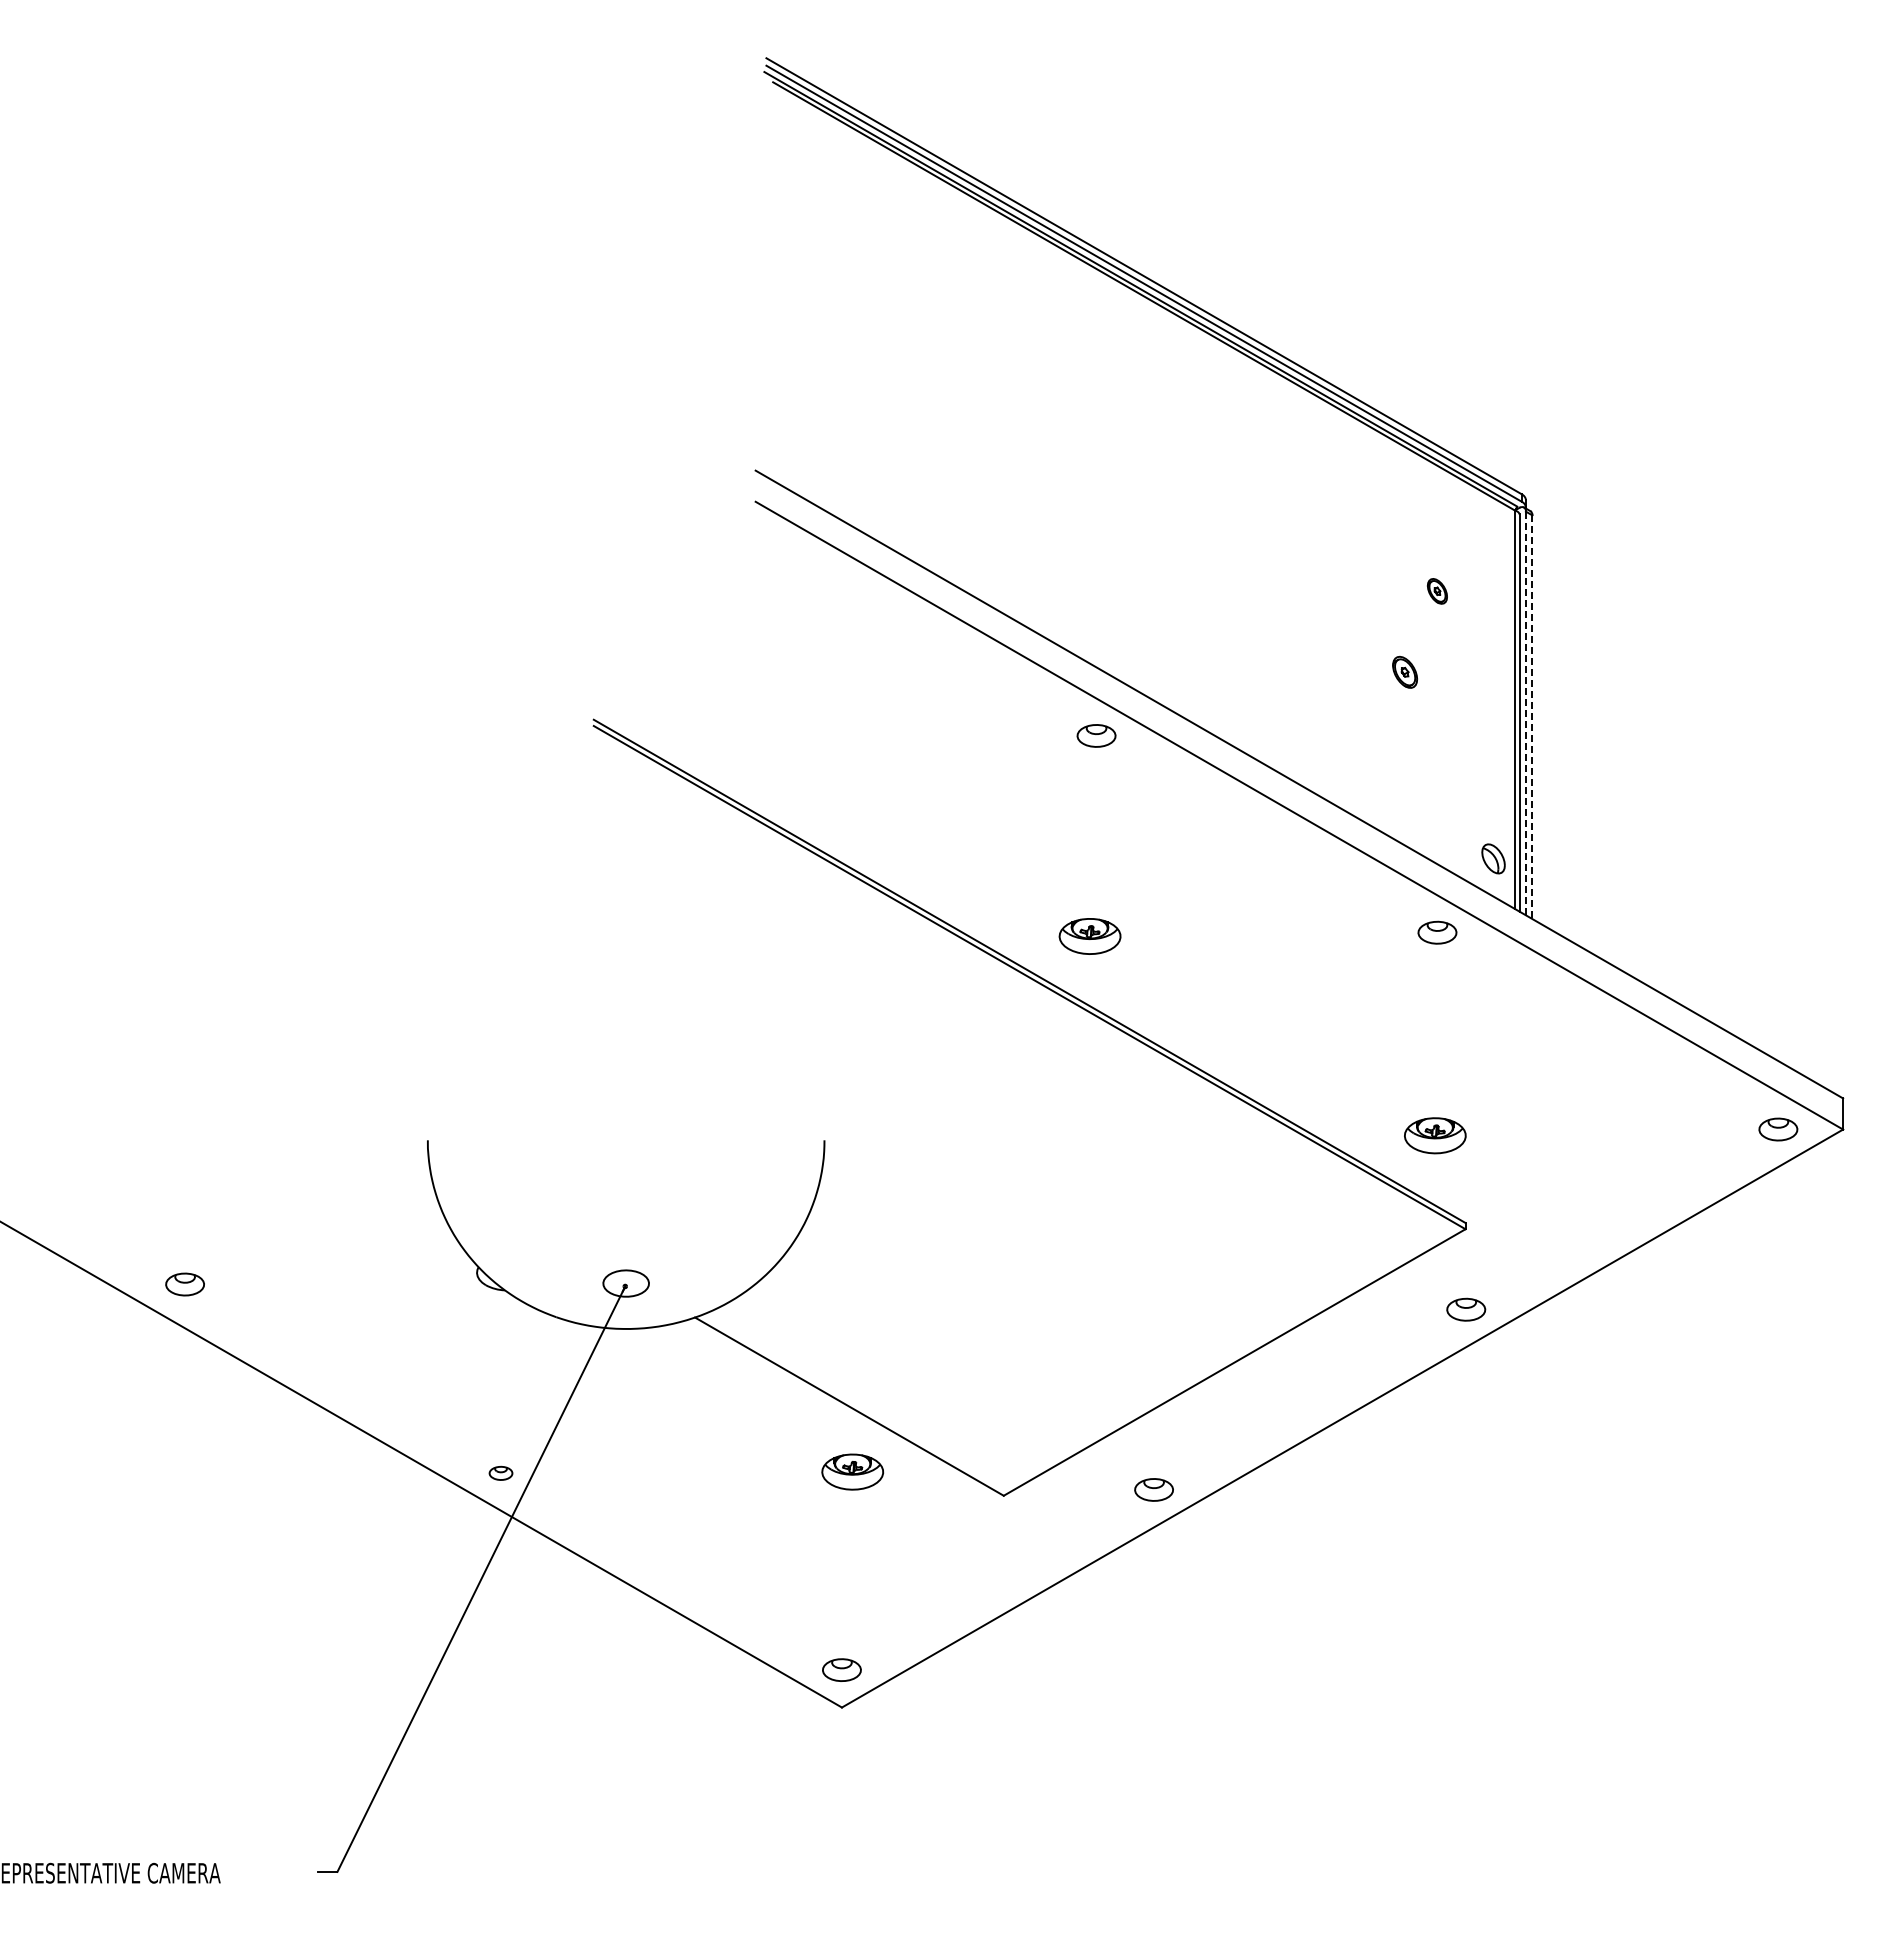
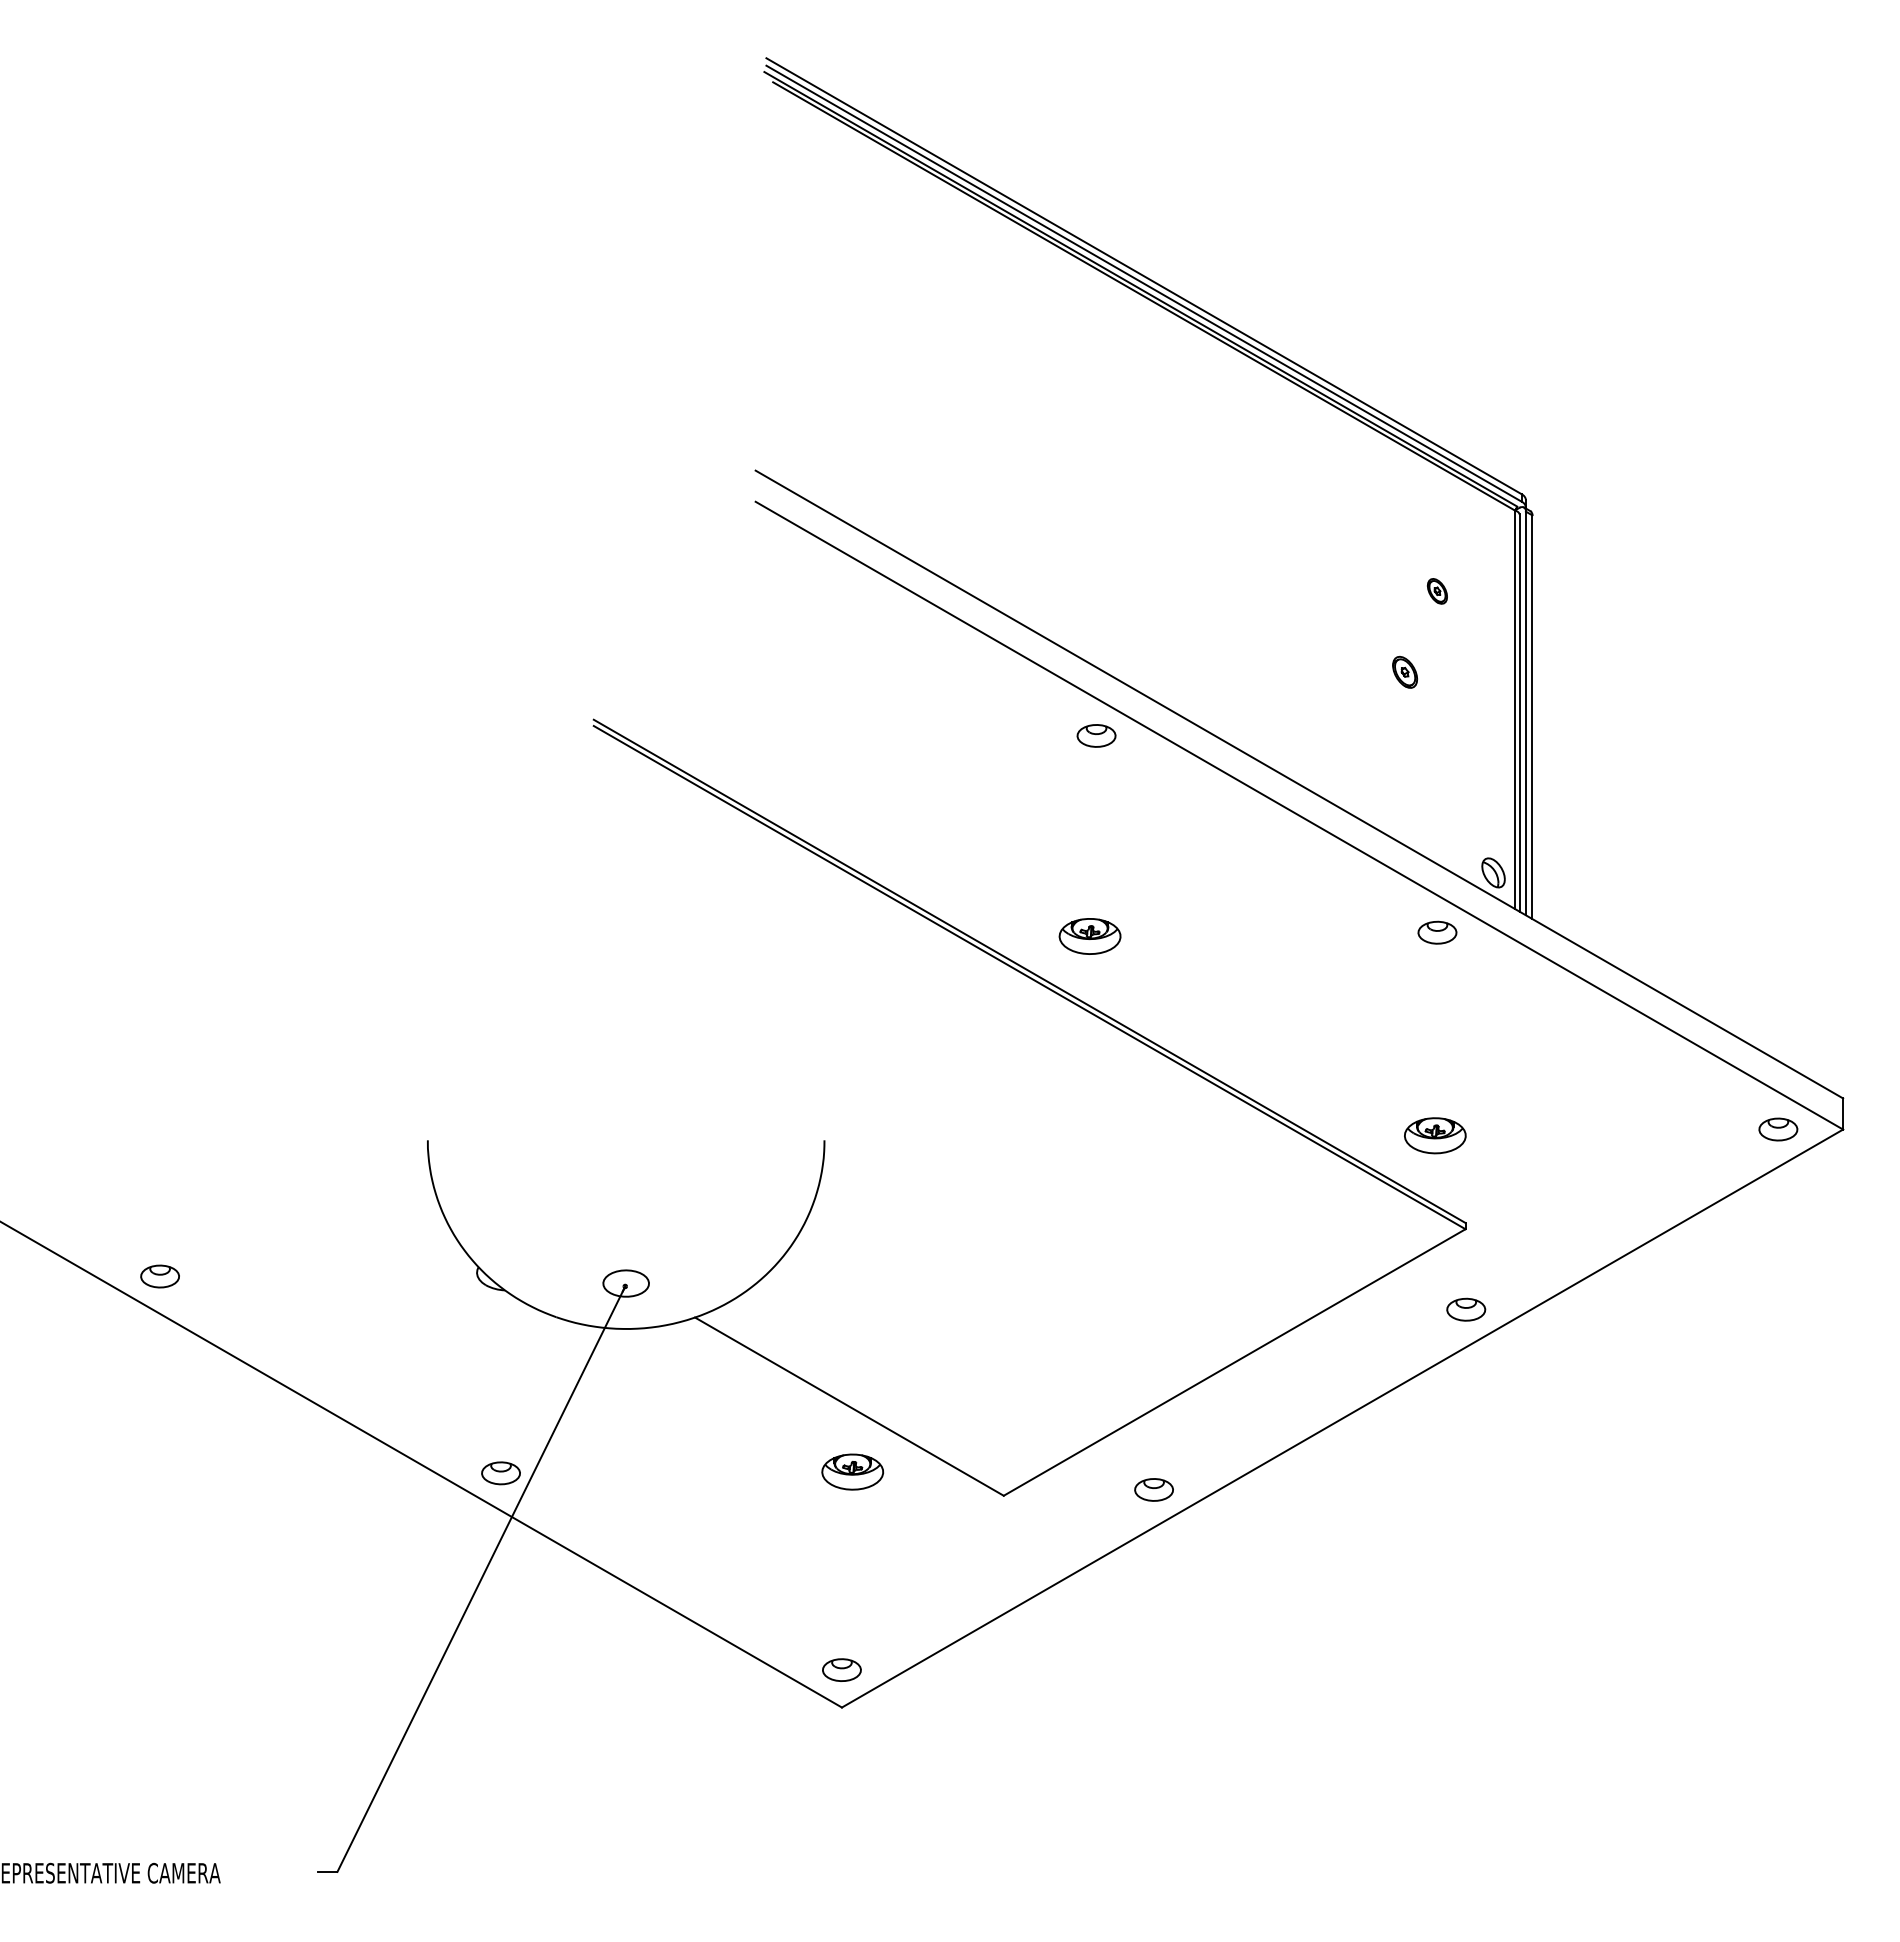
line at (1525, 713): dashed -> solid
line at (1532, 717): dashed -> solid
part at (1493, 858) position: (1493, 858) -> (1493, 872)
part at (184, 1284) position: (184, 1284) -> (159, 1276)
part at (500, 1472) size: 26x16 px -> 40x25 px
